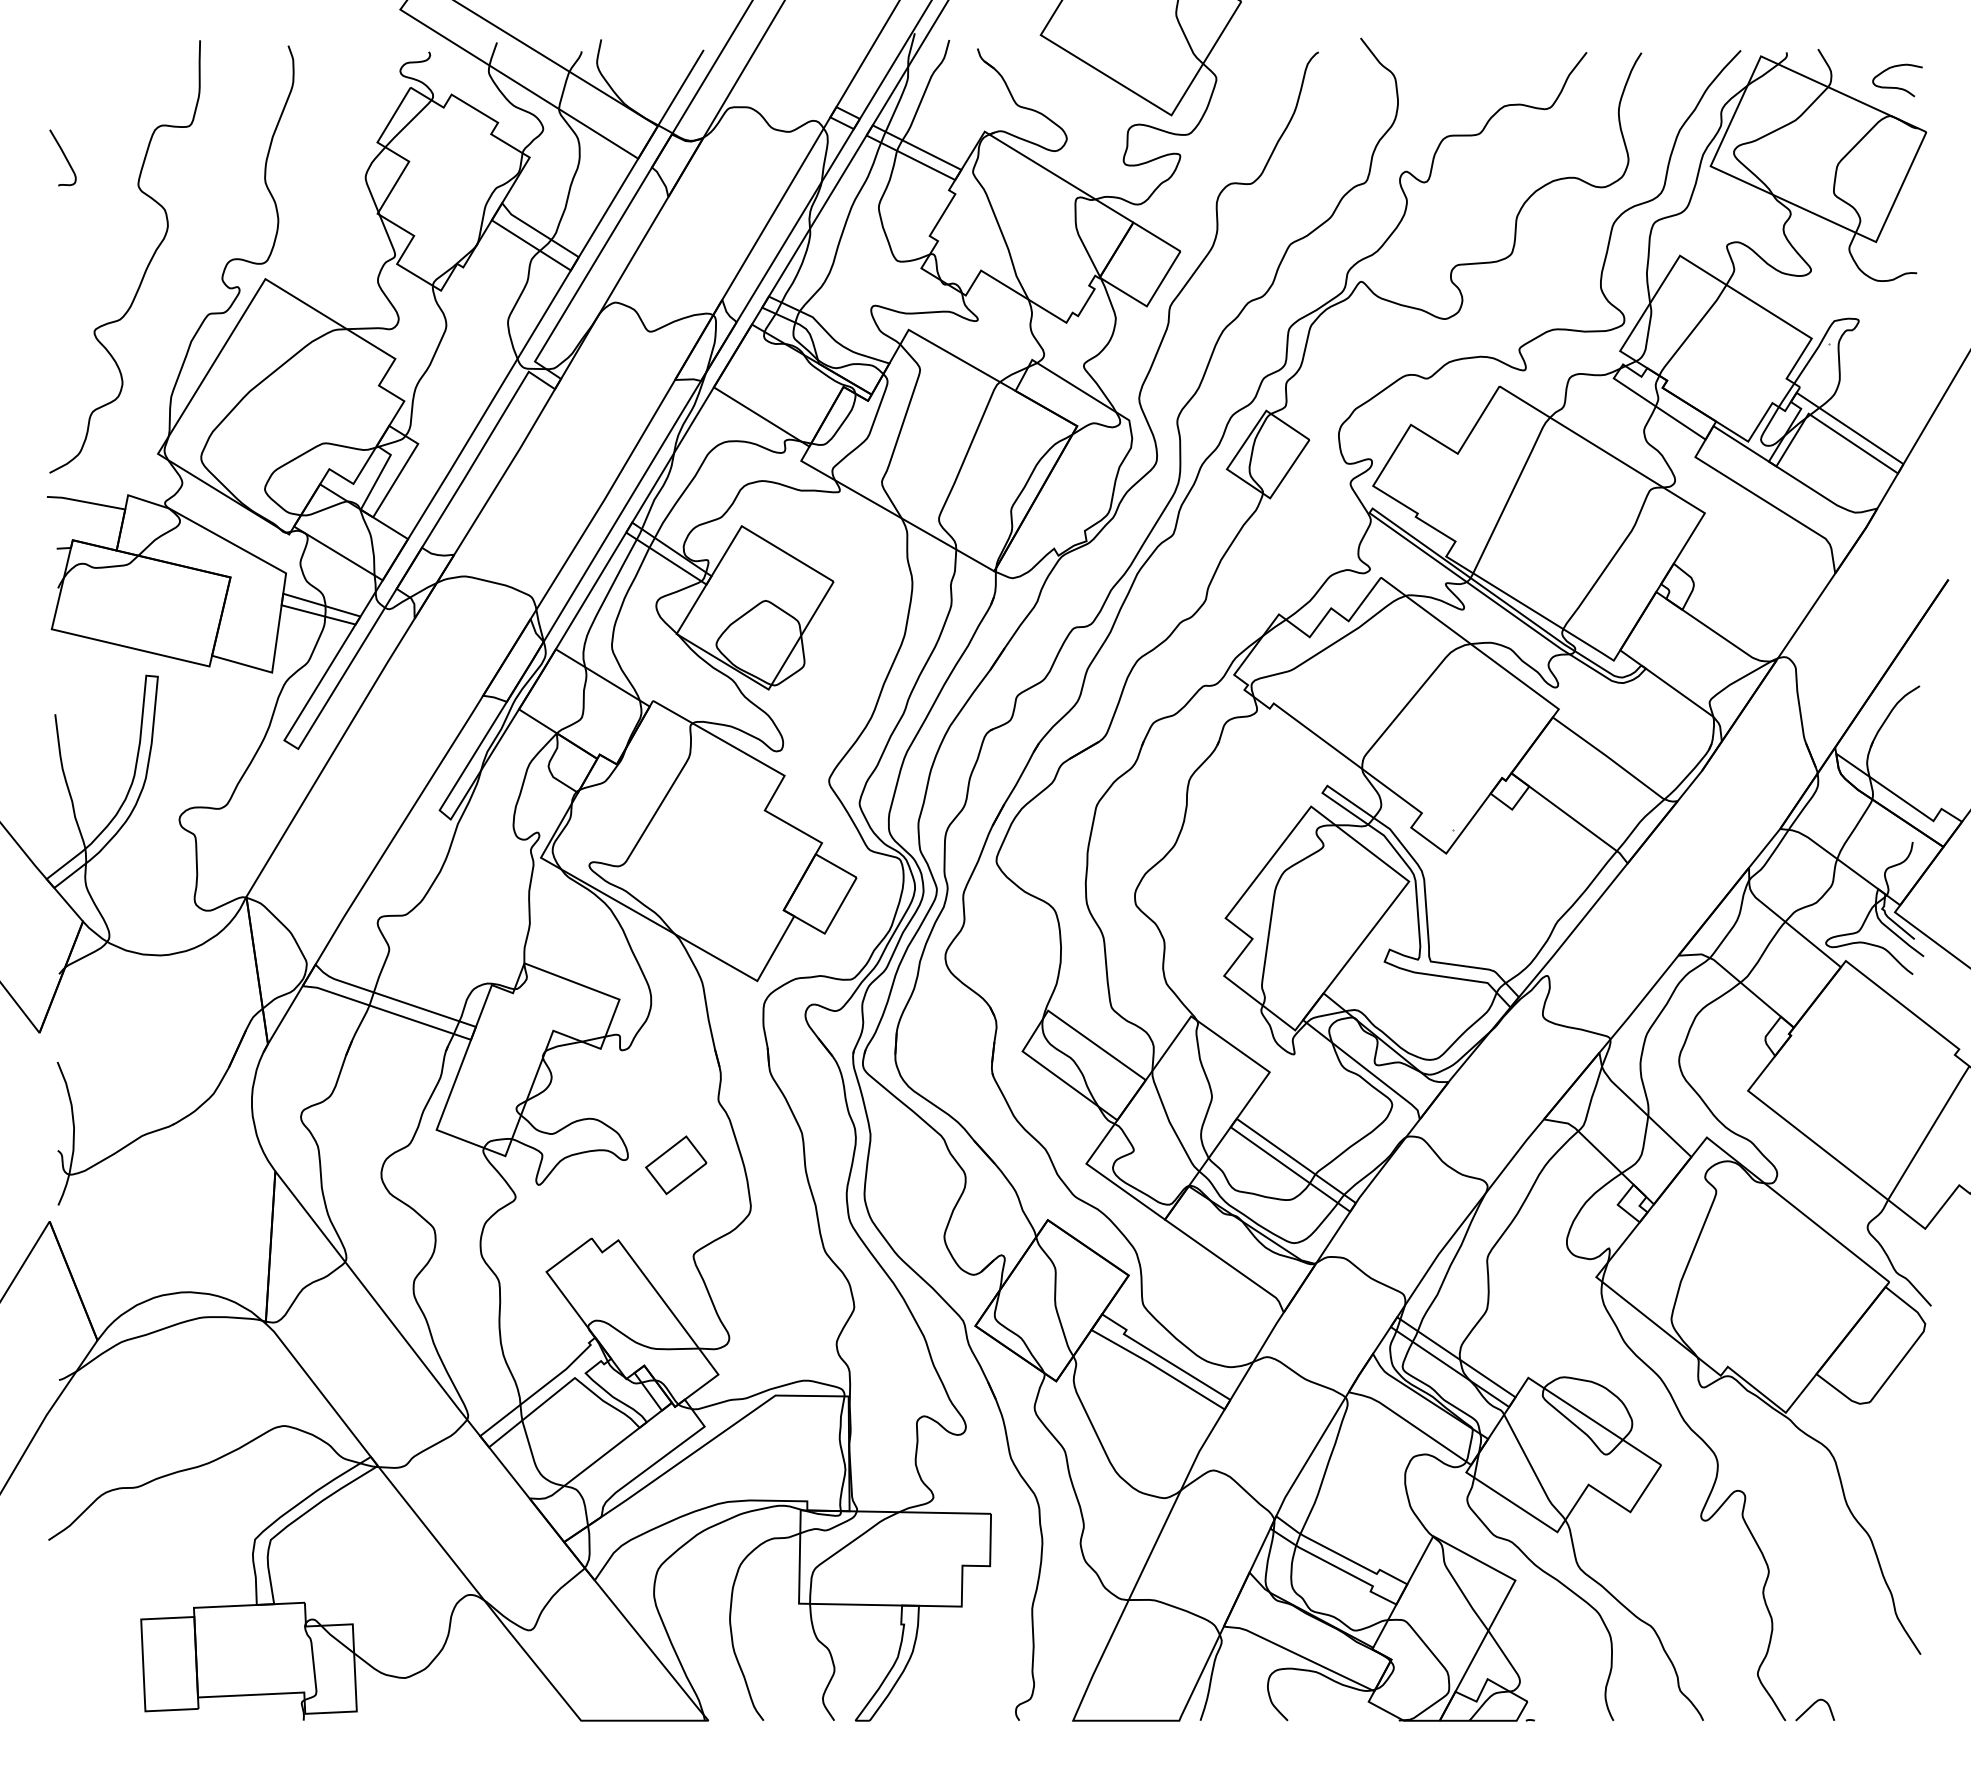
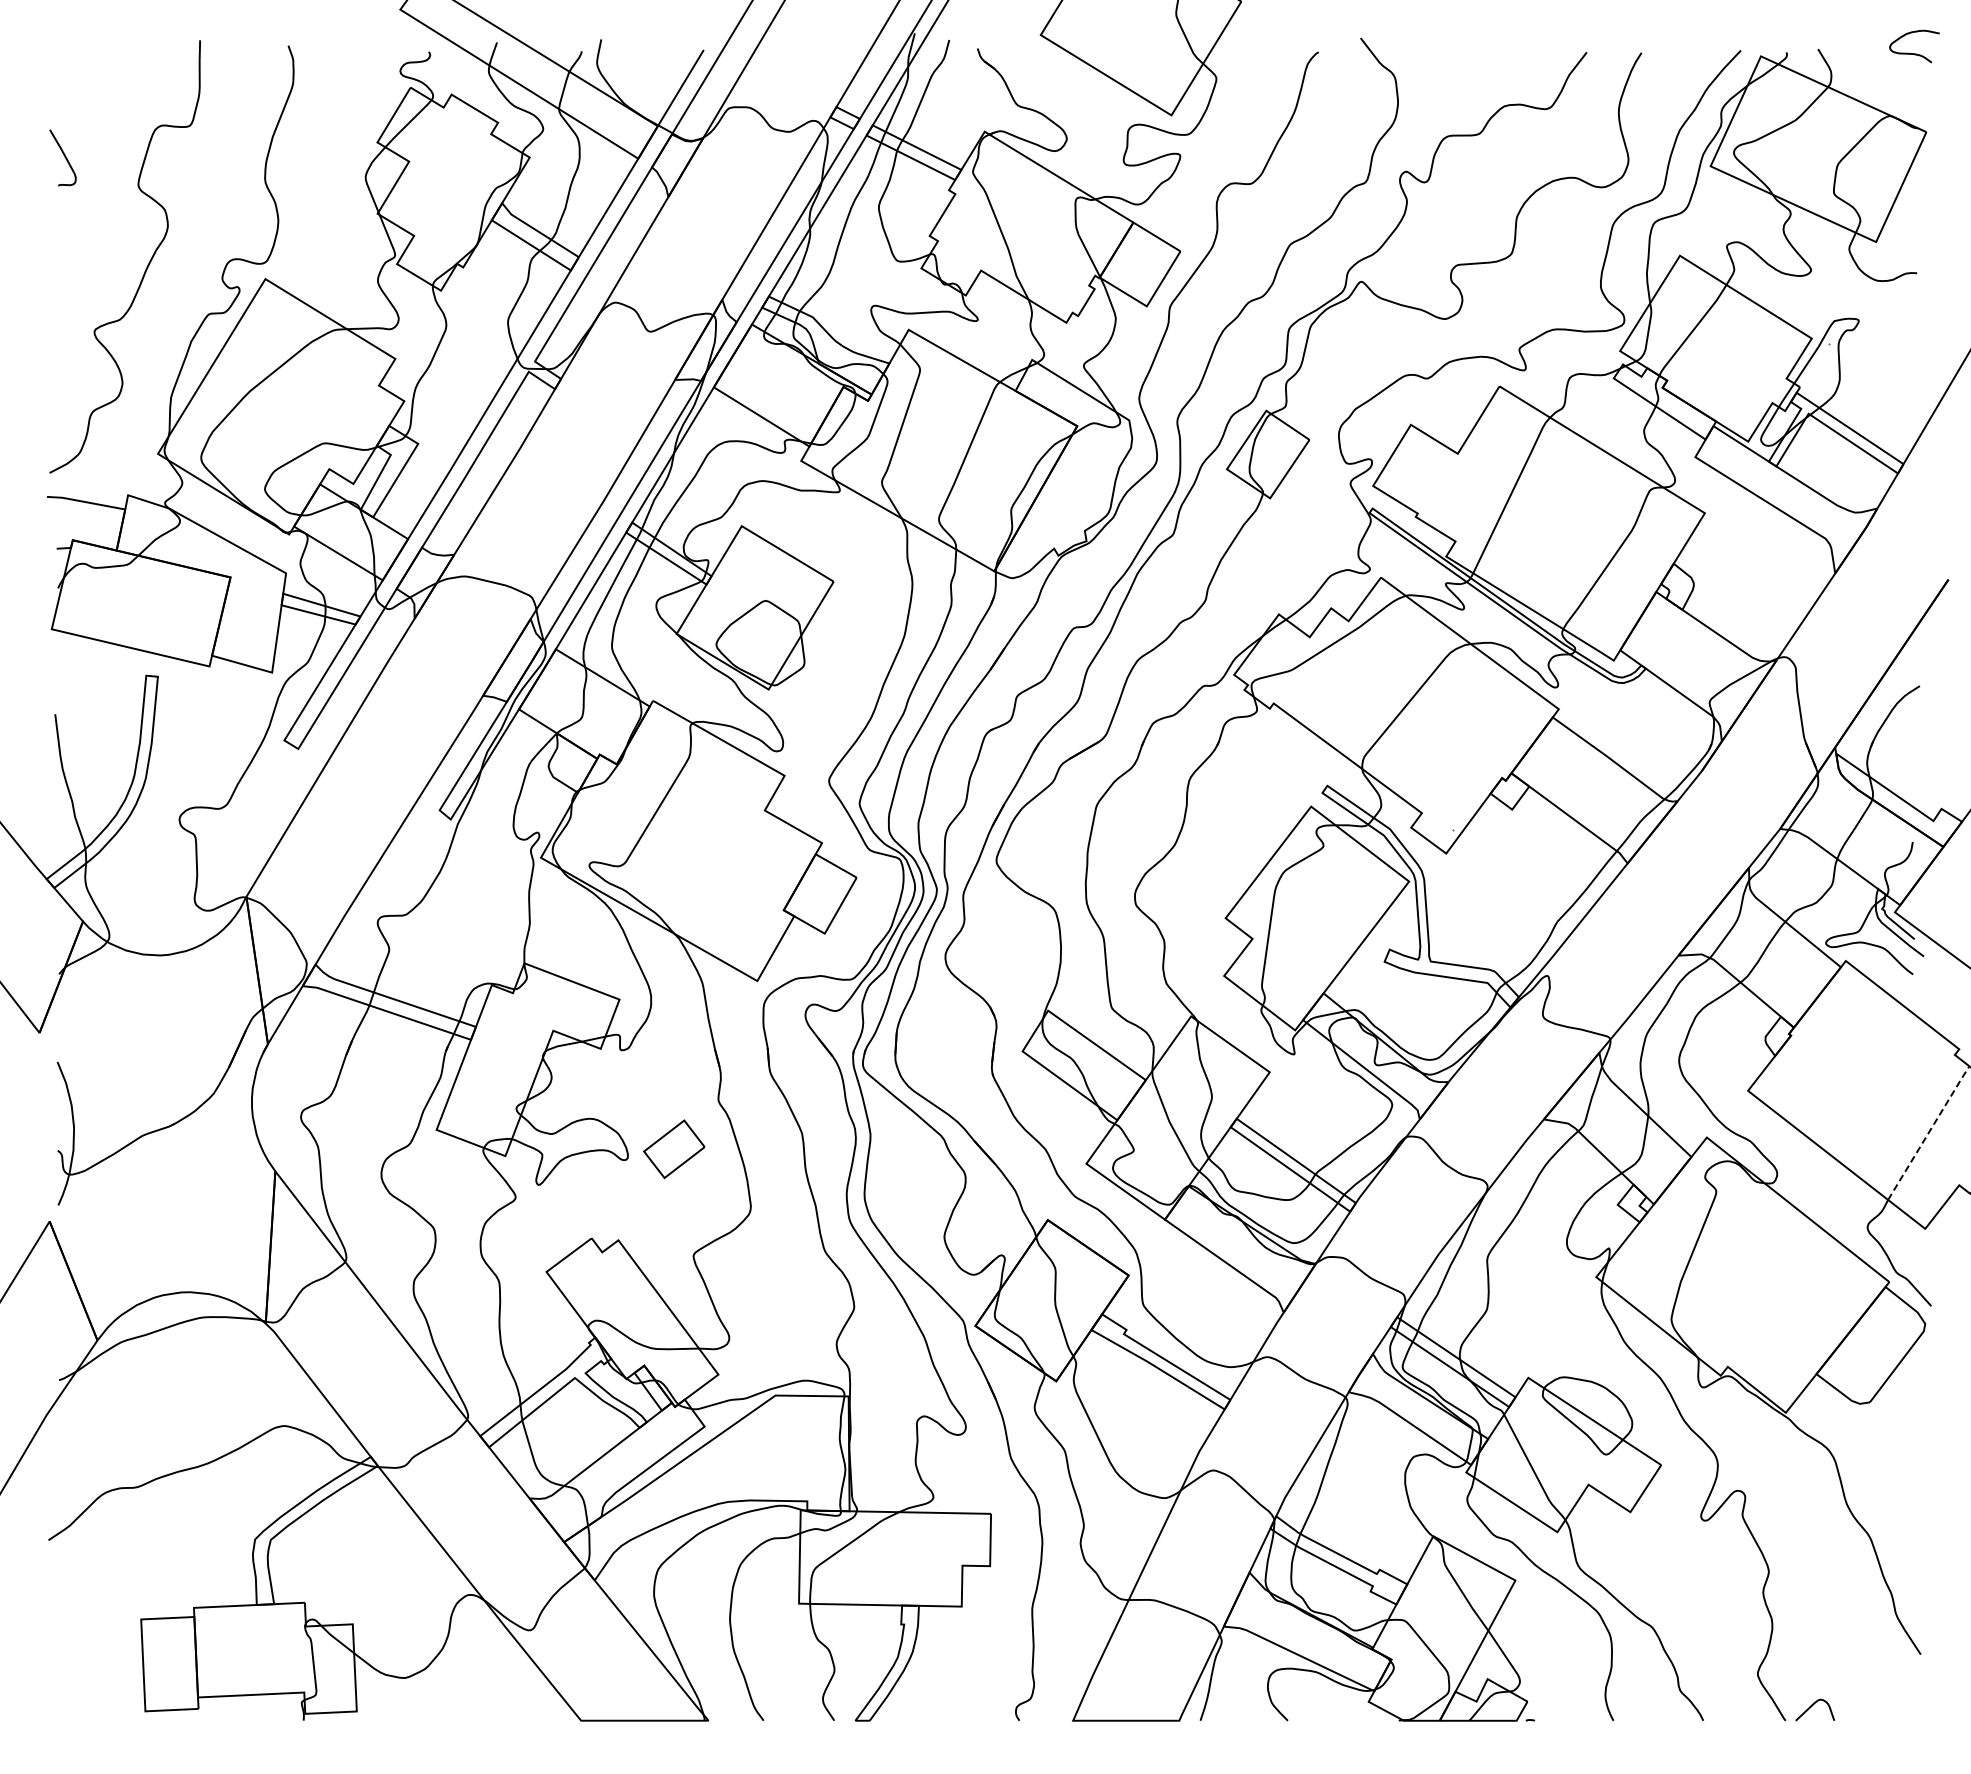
curve at (1897, 87) position: (1897, 87) -> (1914, 53)
line at (1929, 1131): solid -> dashed
part at (676, 1165) position: (676, 1165) -> (674, 1149)
